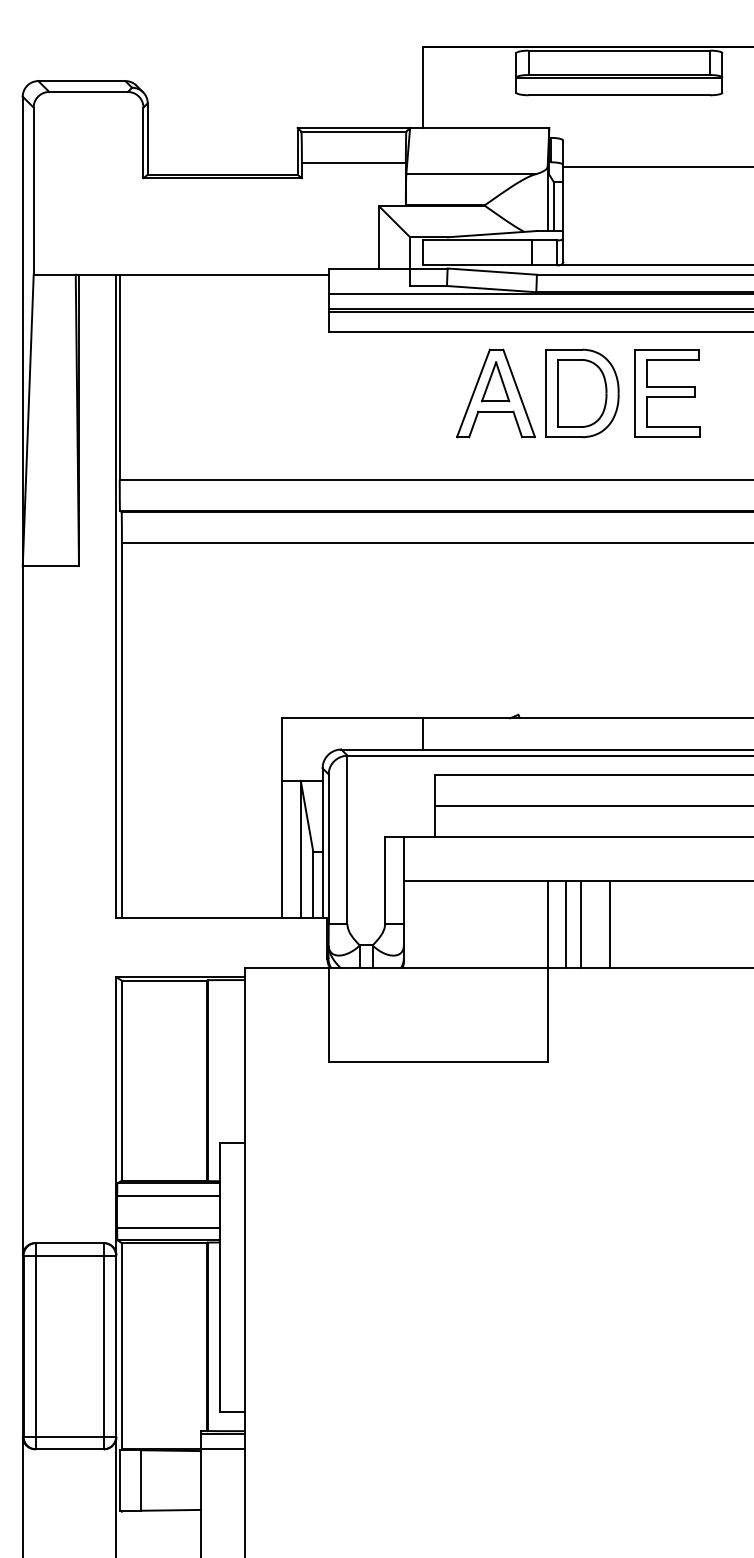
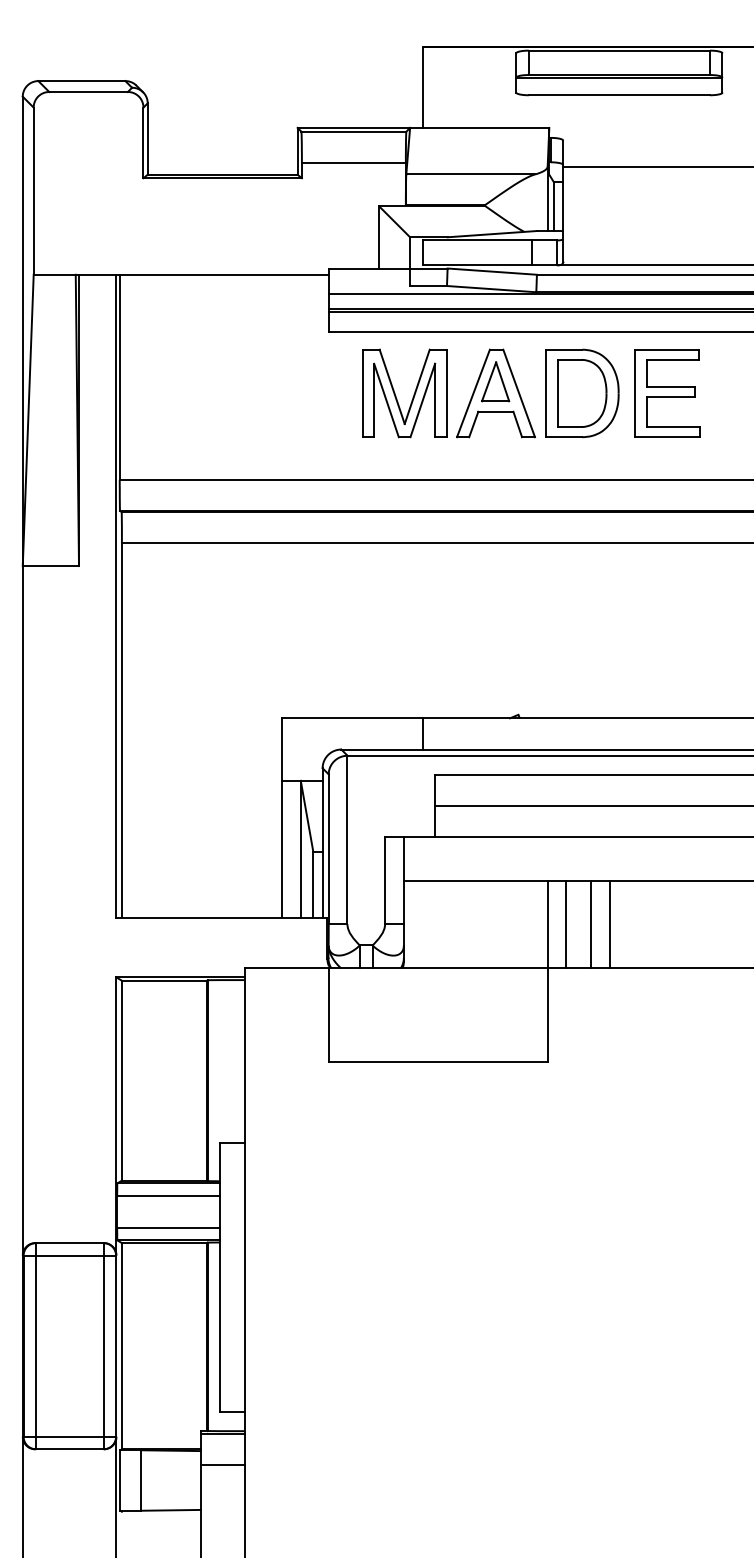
part at (396, 395): none -> present
line at (581, 924) position: (581, 924) -> (591, 924)
line at (222, 1449) position: (222, 1449) -> (222, 1465)
